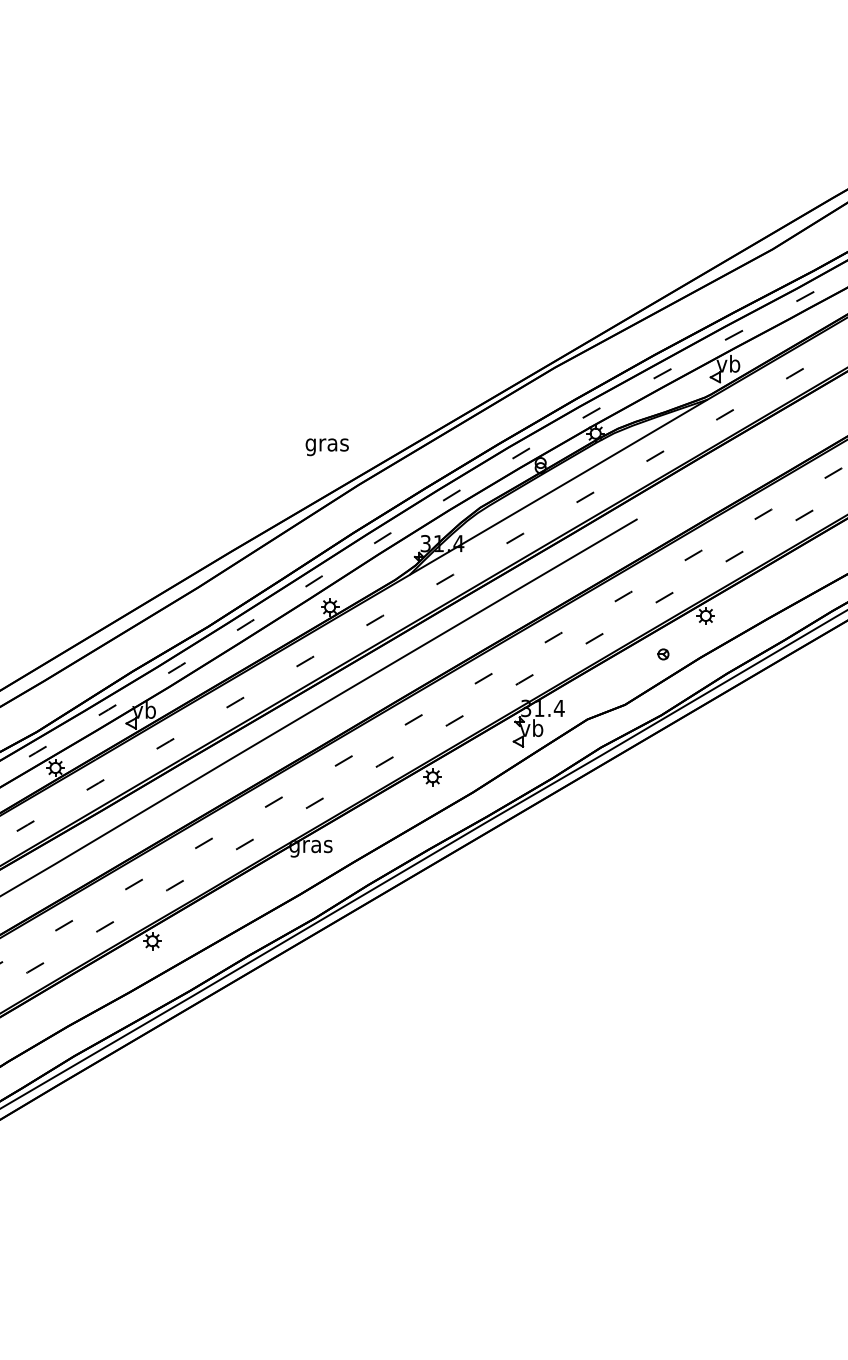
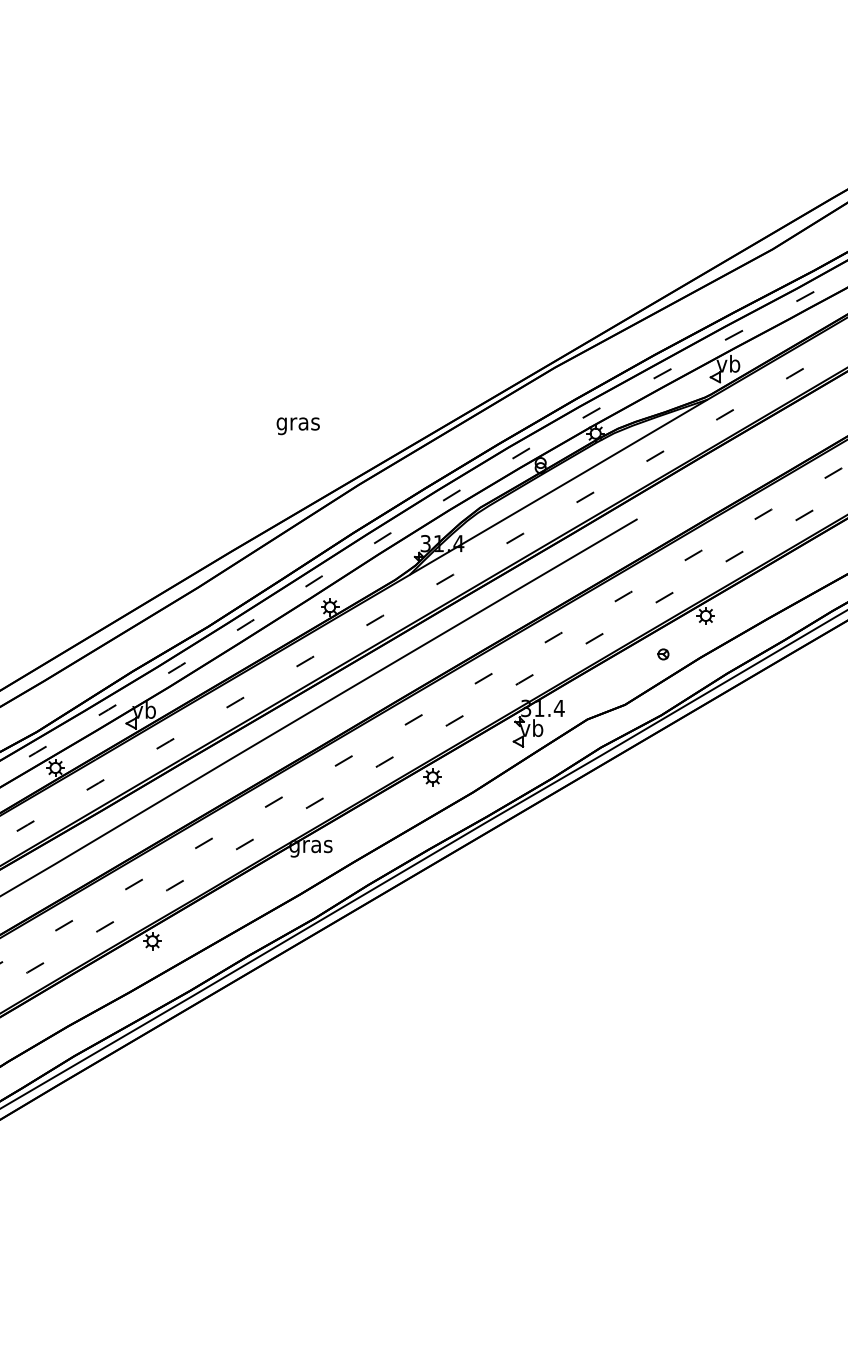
text at (326, 447) position: (326, 447) -> (297, 426)
